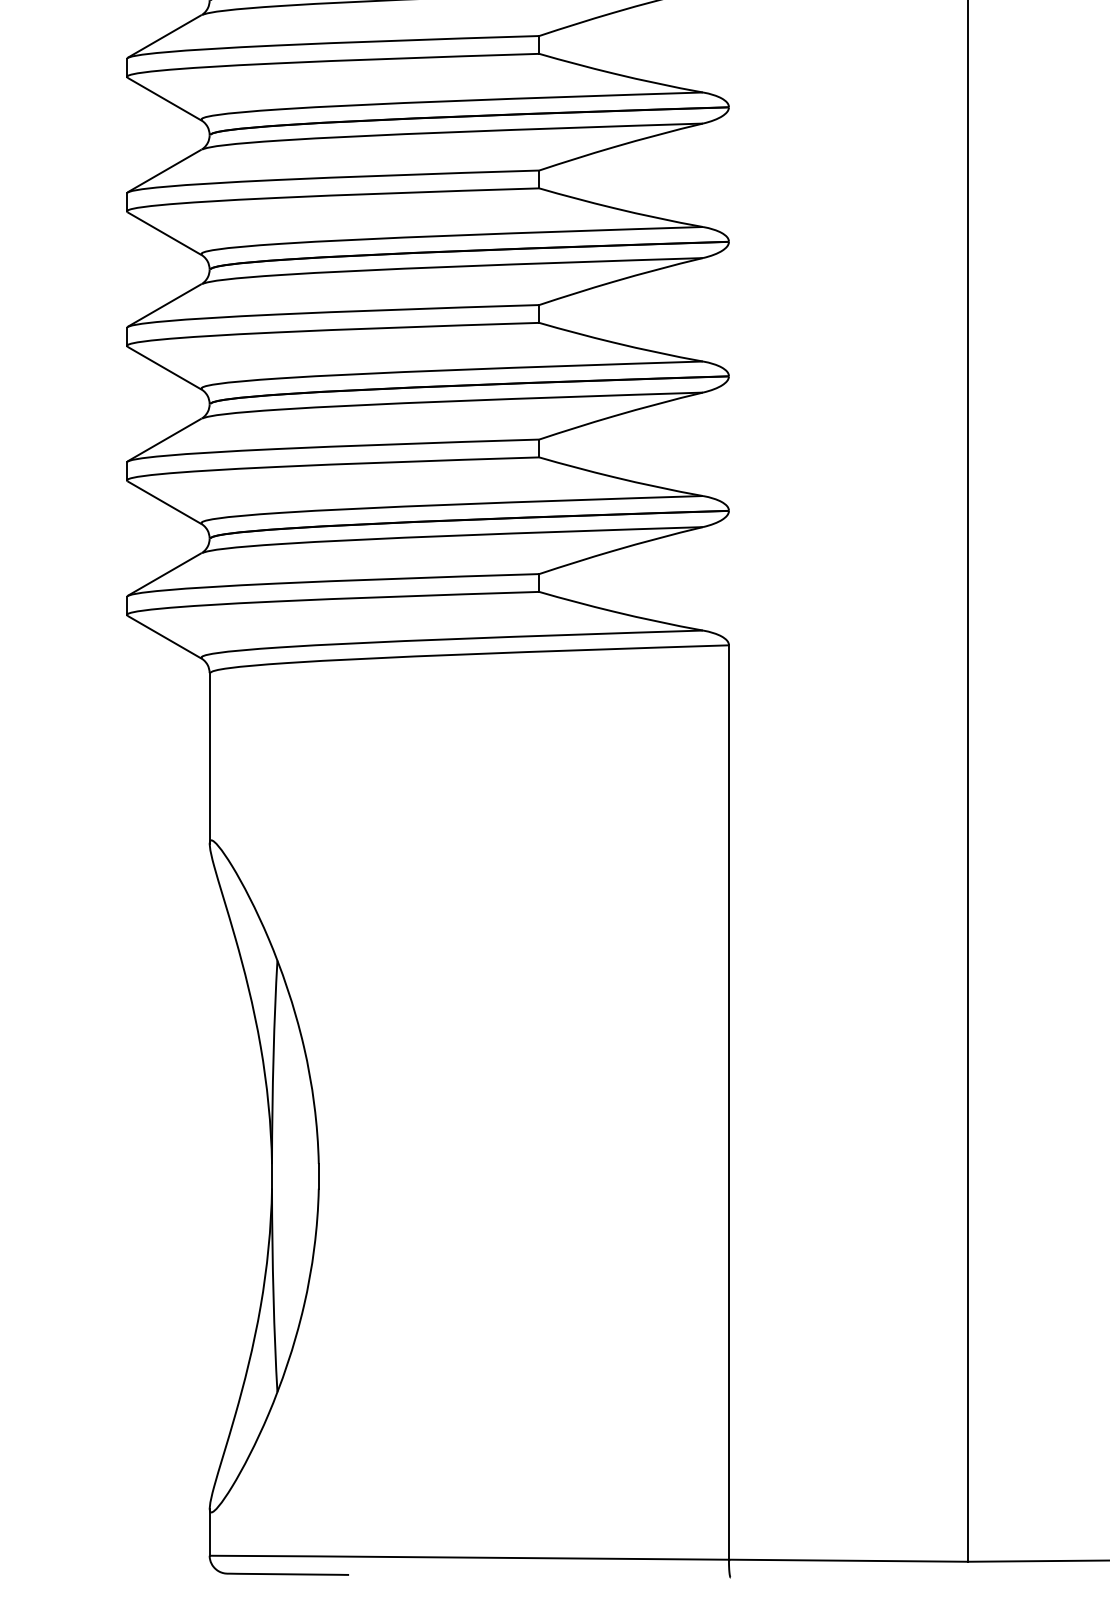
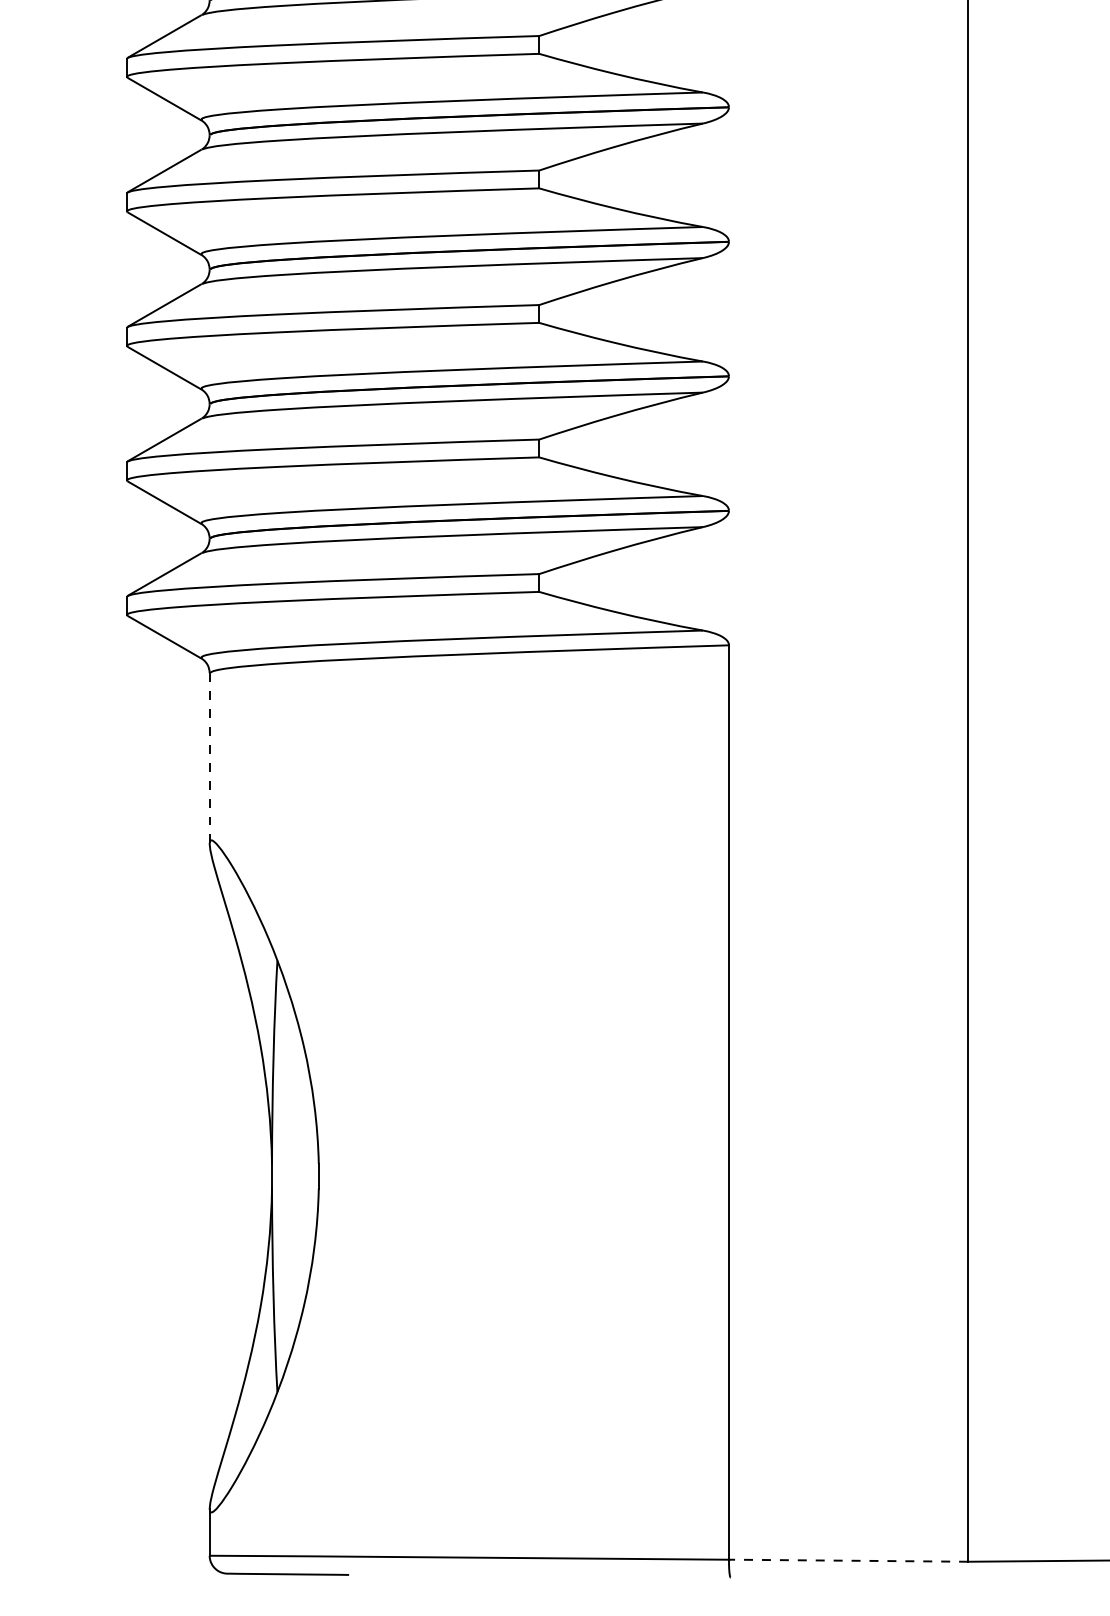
line at (209, 759): solid -> dashed
line at (848, 1560): solid -> dashed
